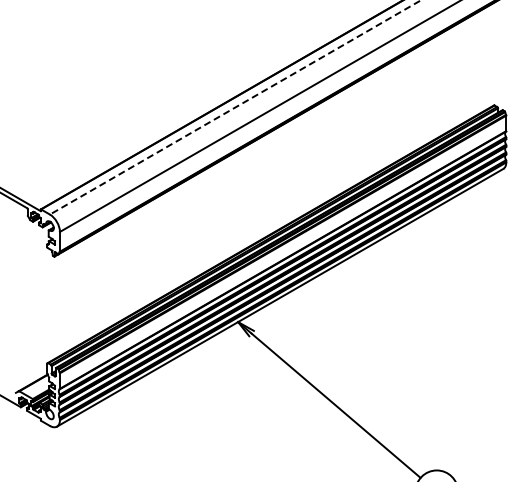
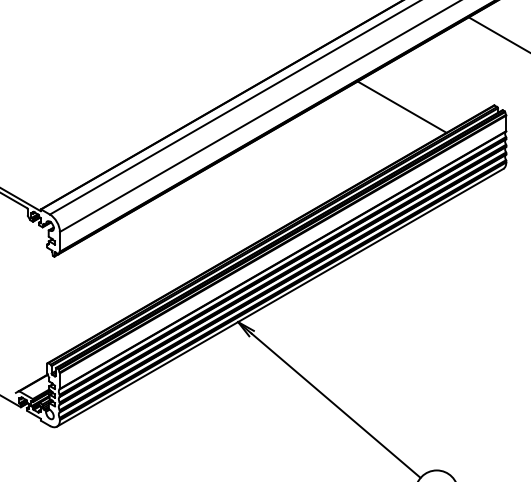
line at (497, 34): none -> present
line at (401, 106): none -> present
line at (235, 107): dashed -> solid
